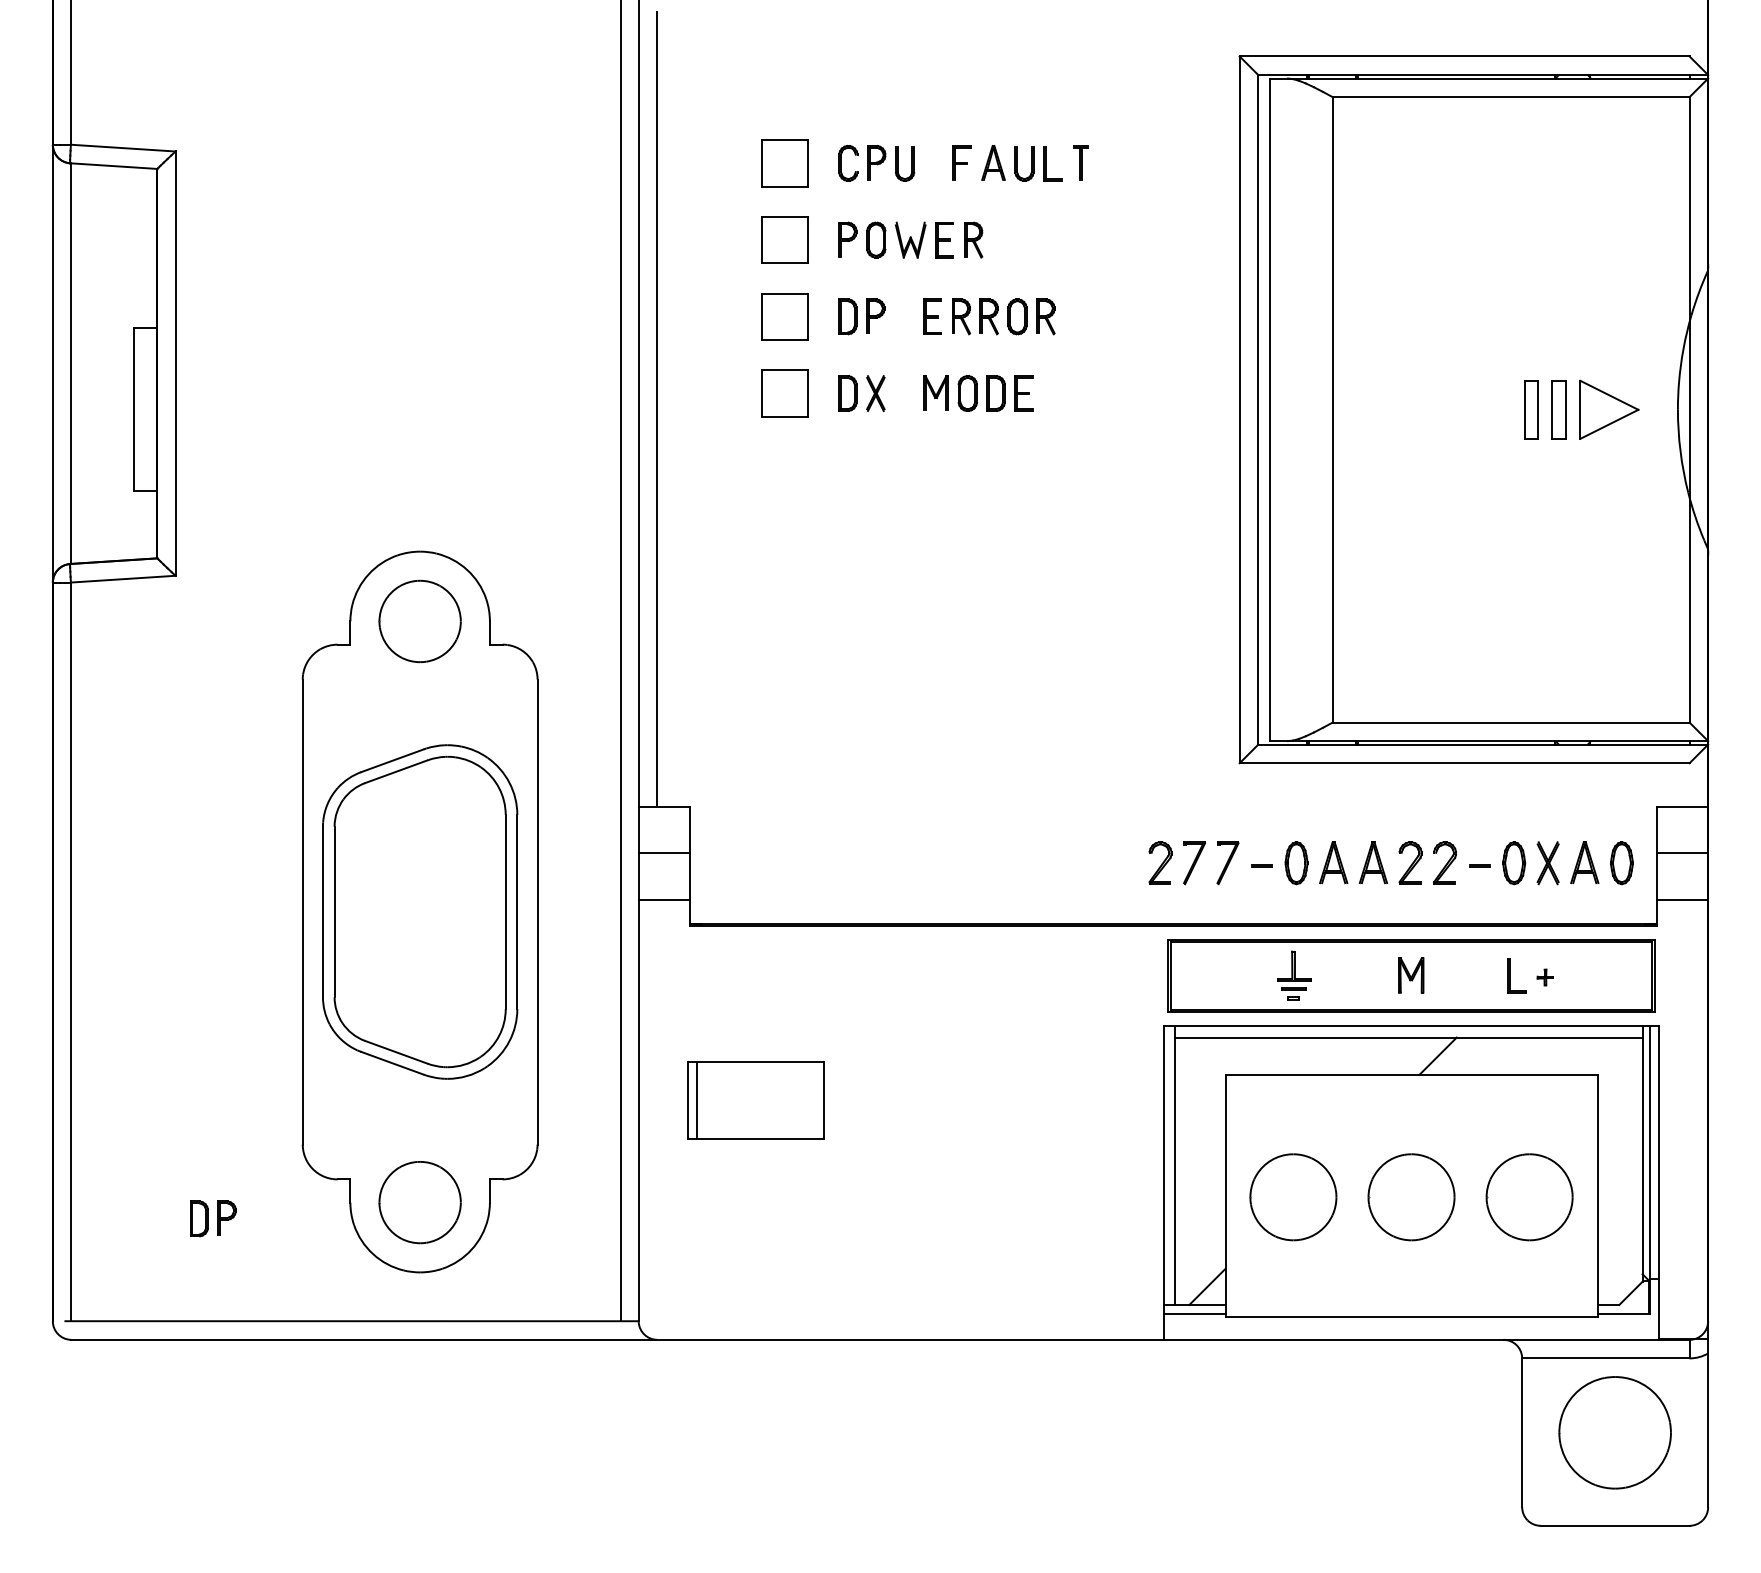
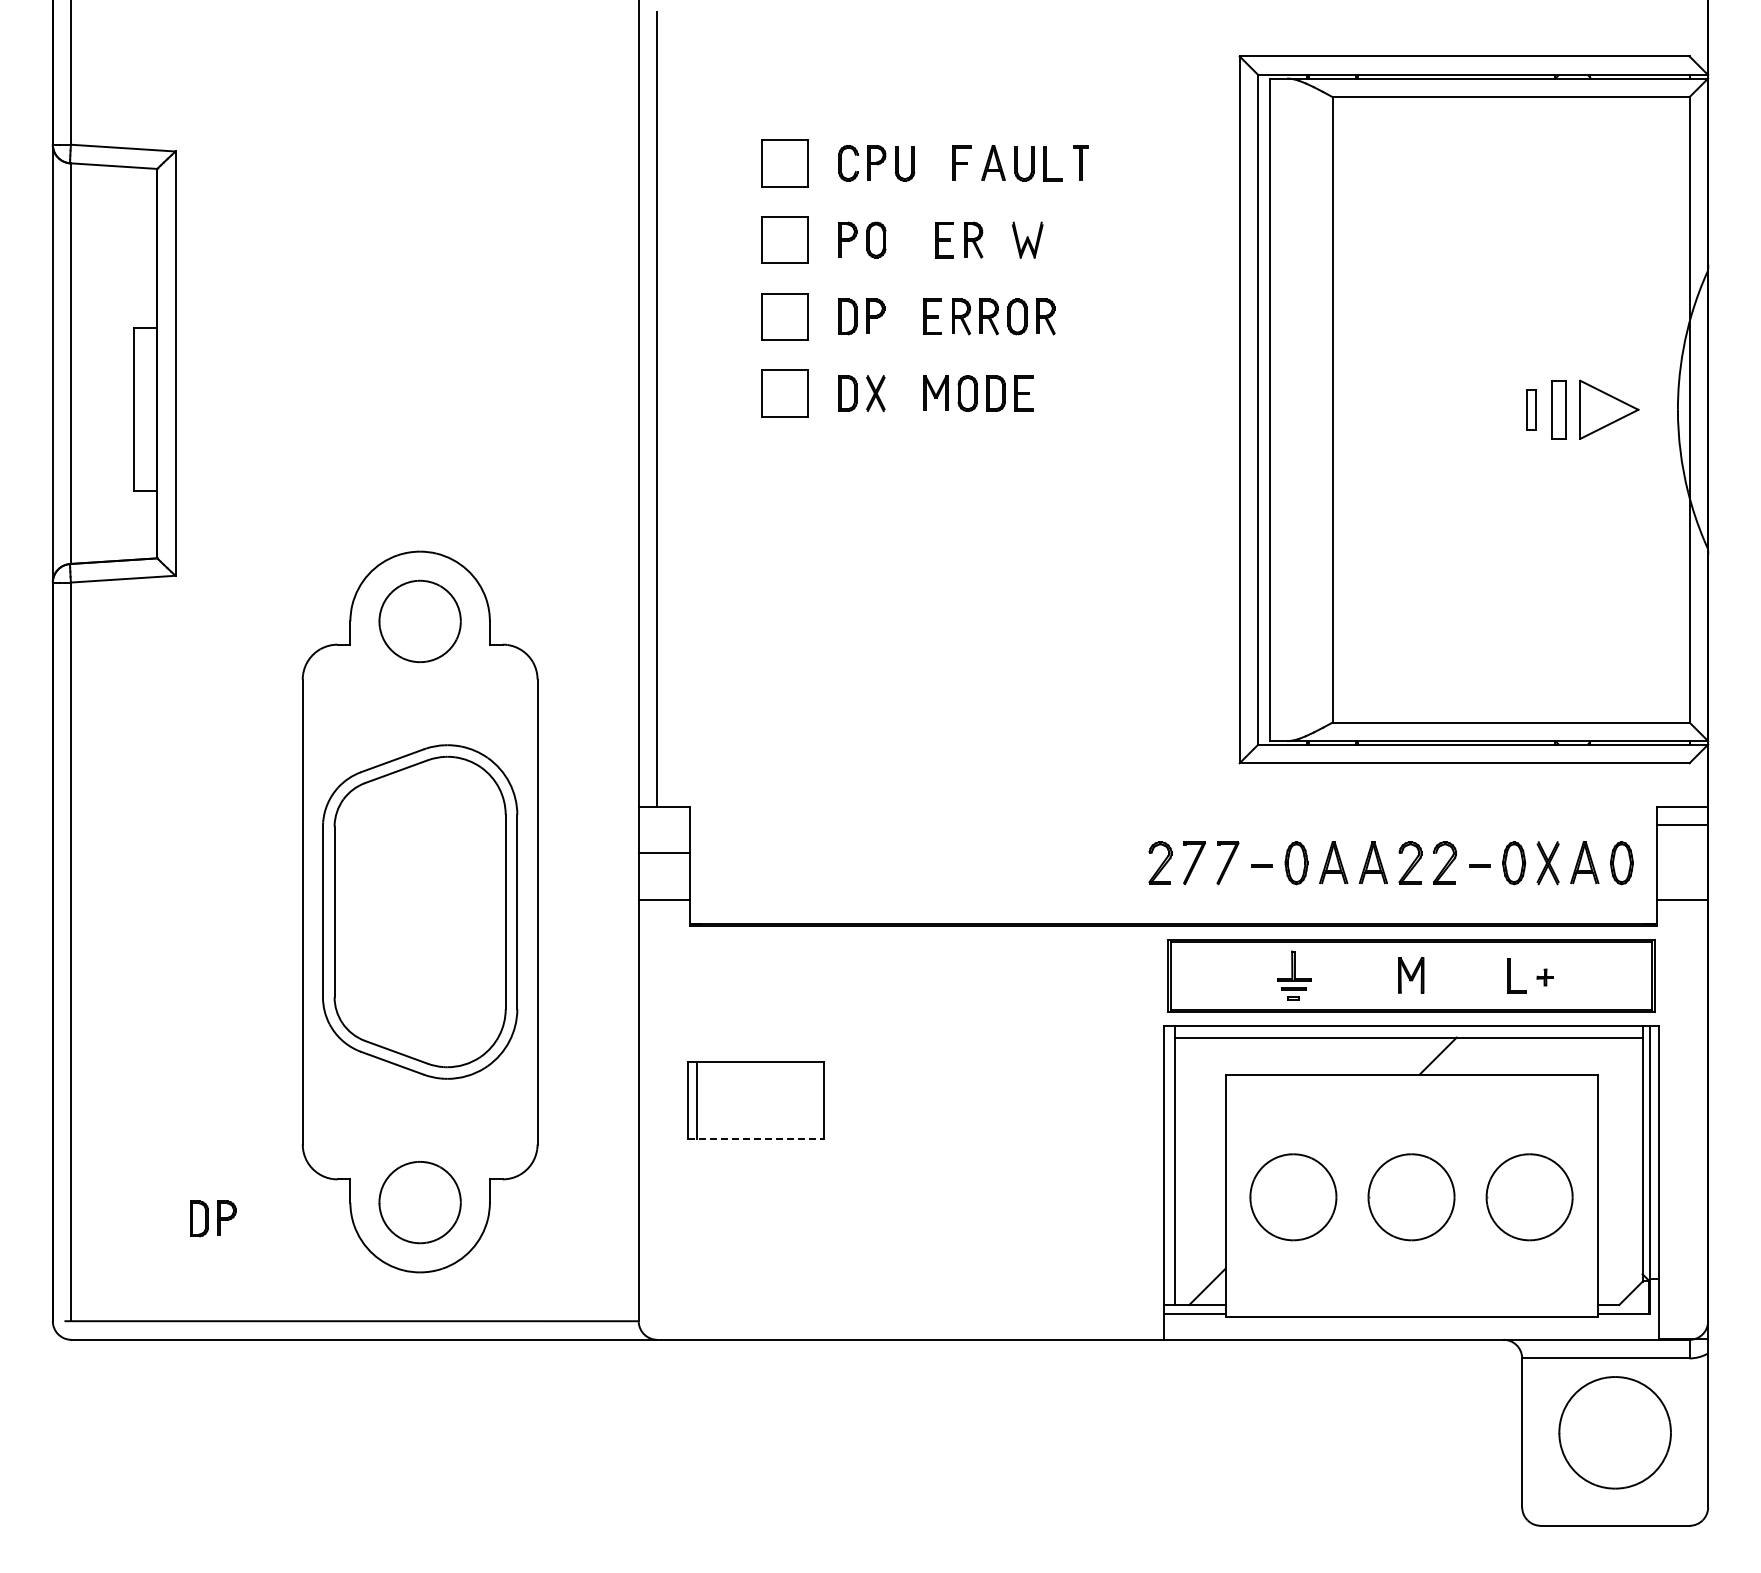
part at (910, 239) position: (910, 239) -> (1027, 239)
part at (1531, 409) size: 15x60 px -> 11x42 px
line at (620, 661): present -> none
line at (1682, 853) position: (1682, 853) -> (1682, 825)
line at (756, 1139): solid -> dashed
